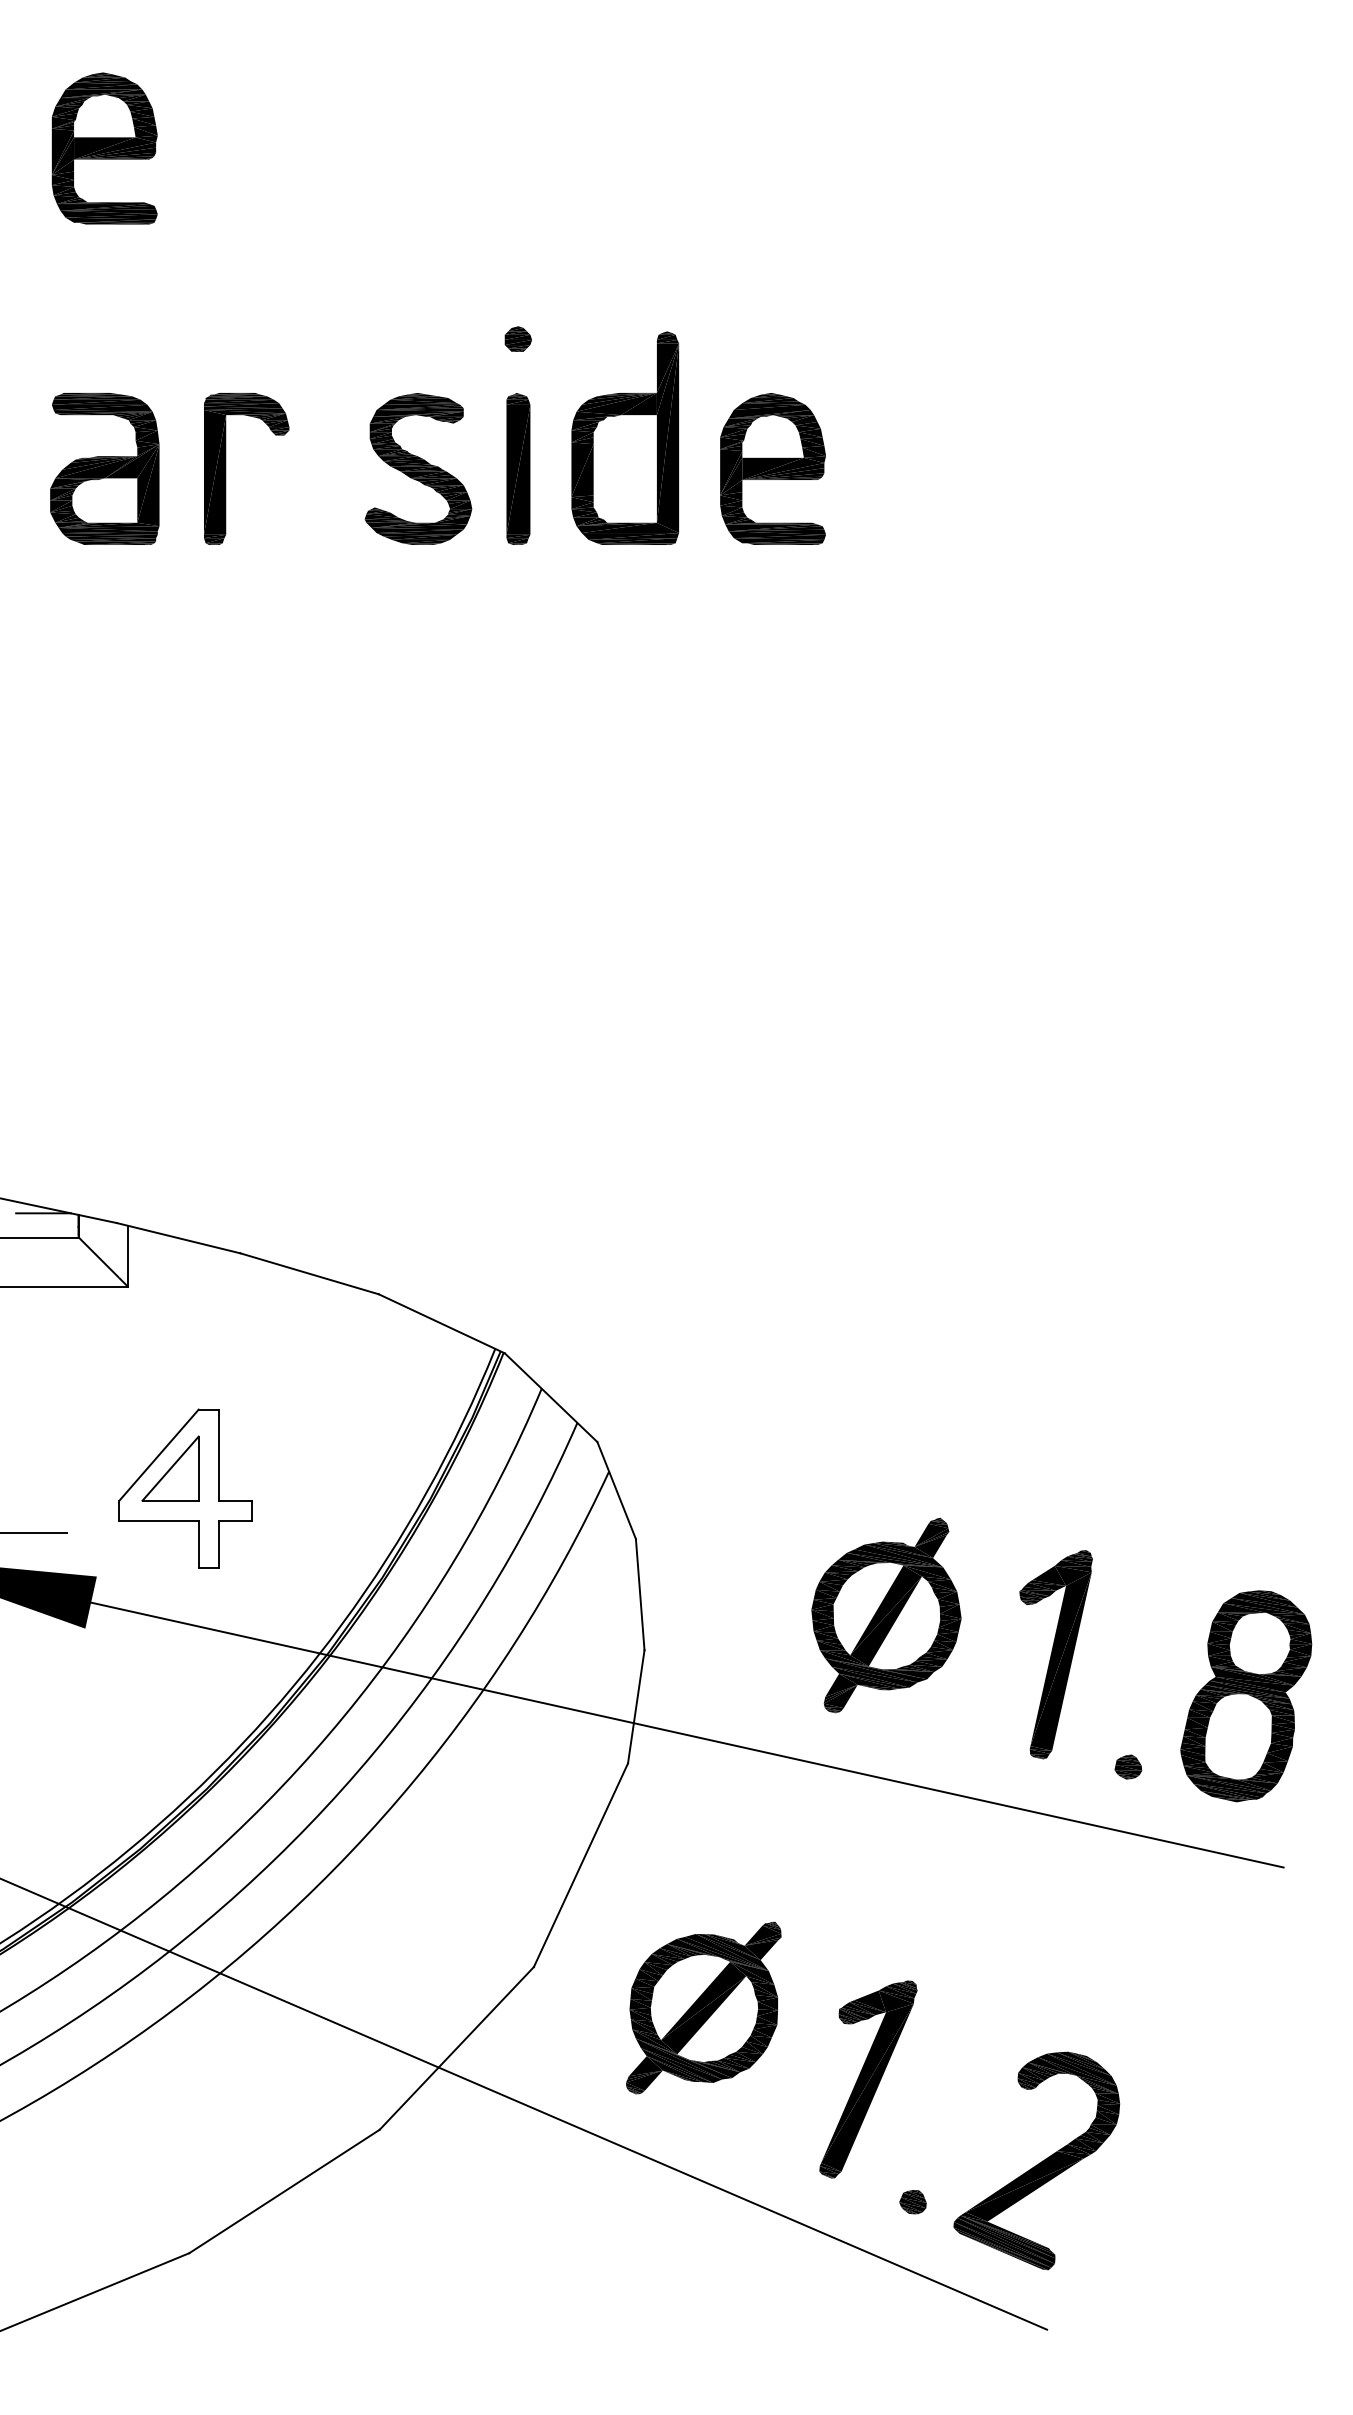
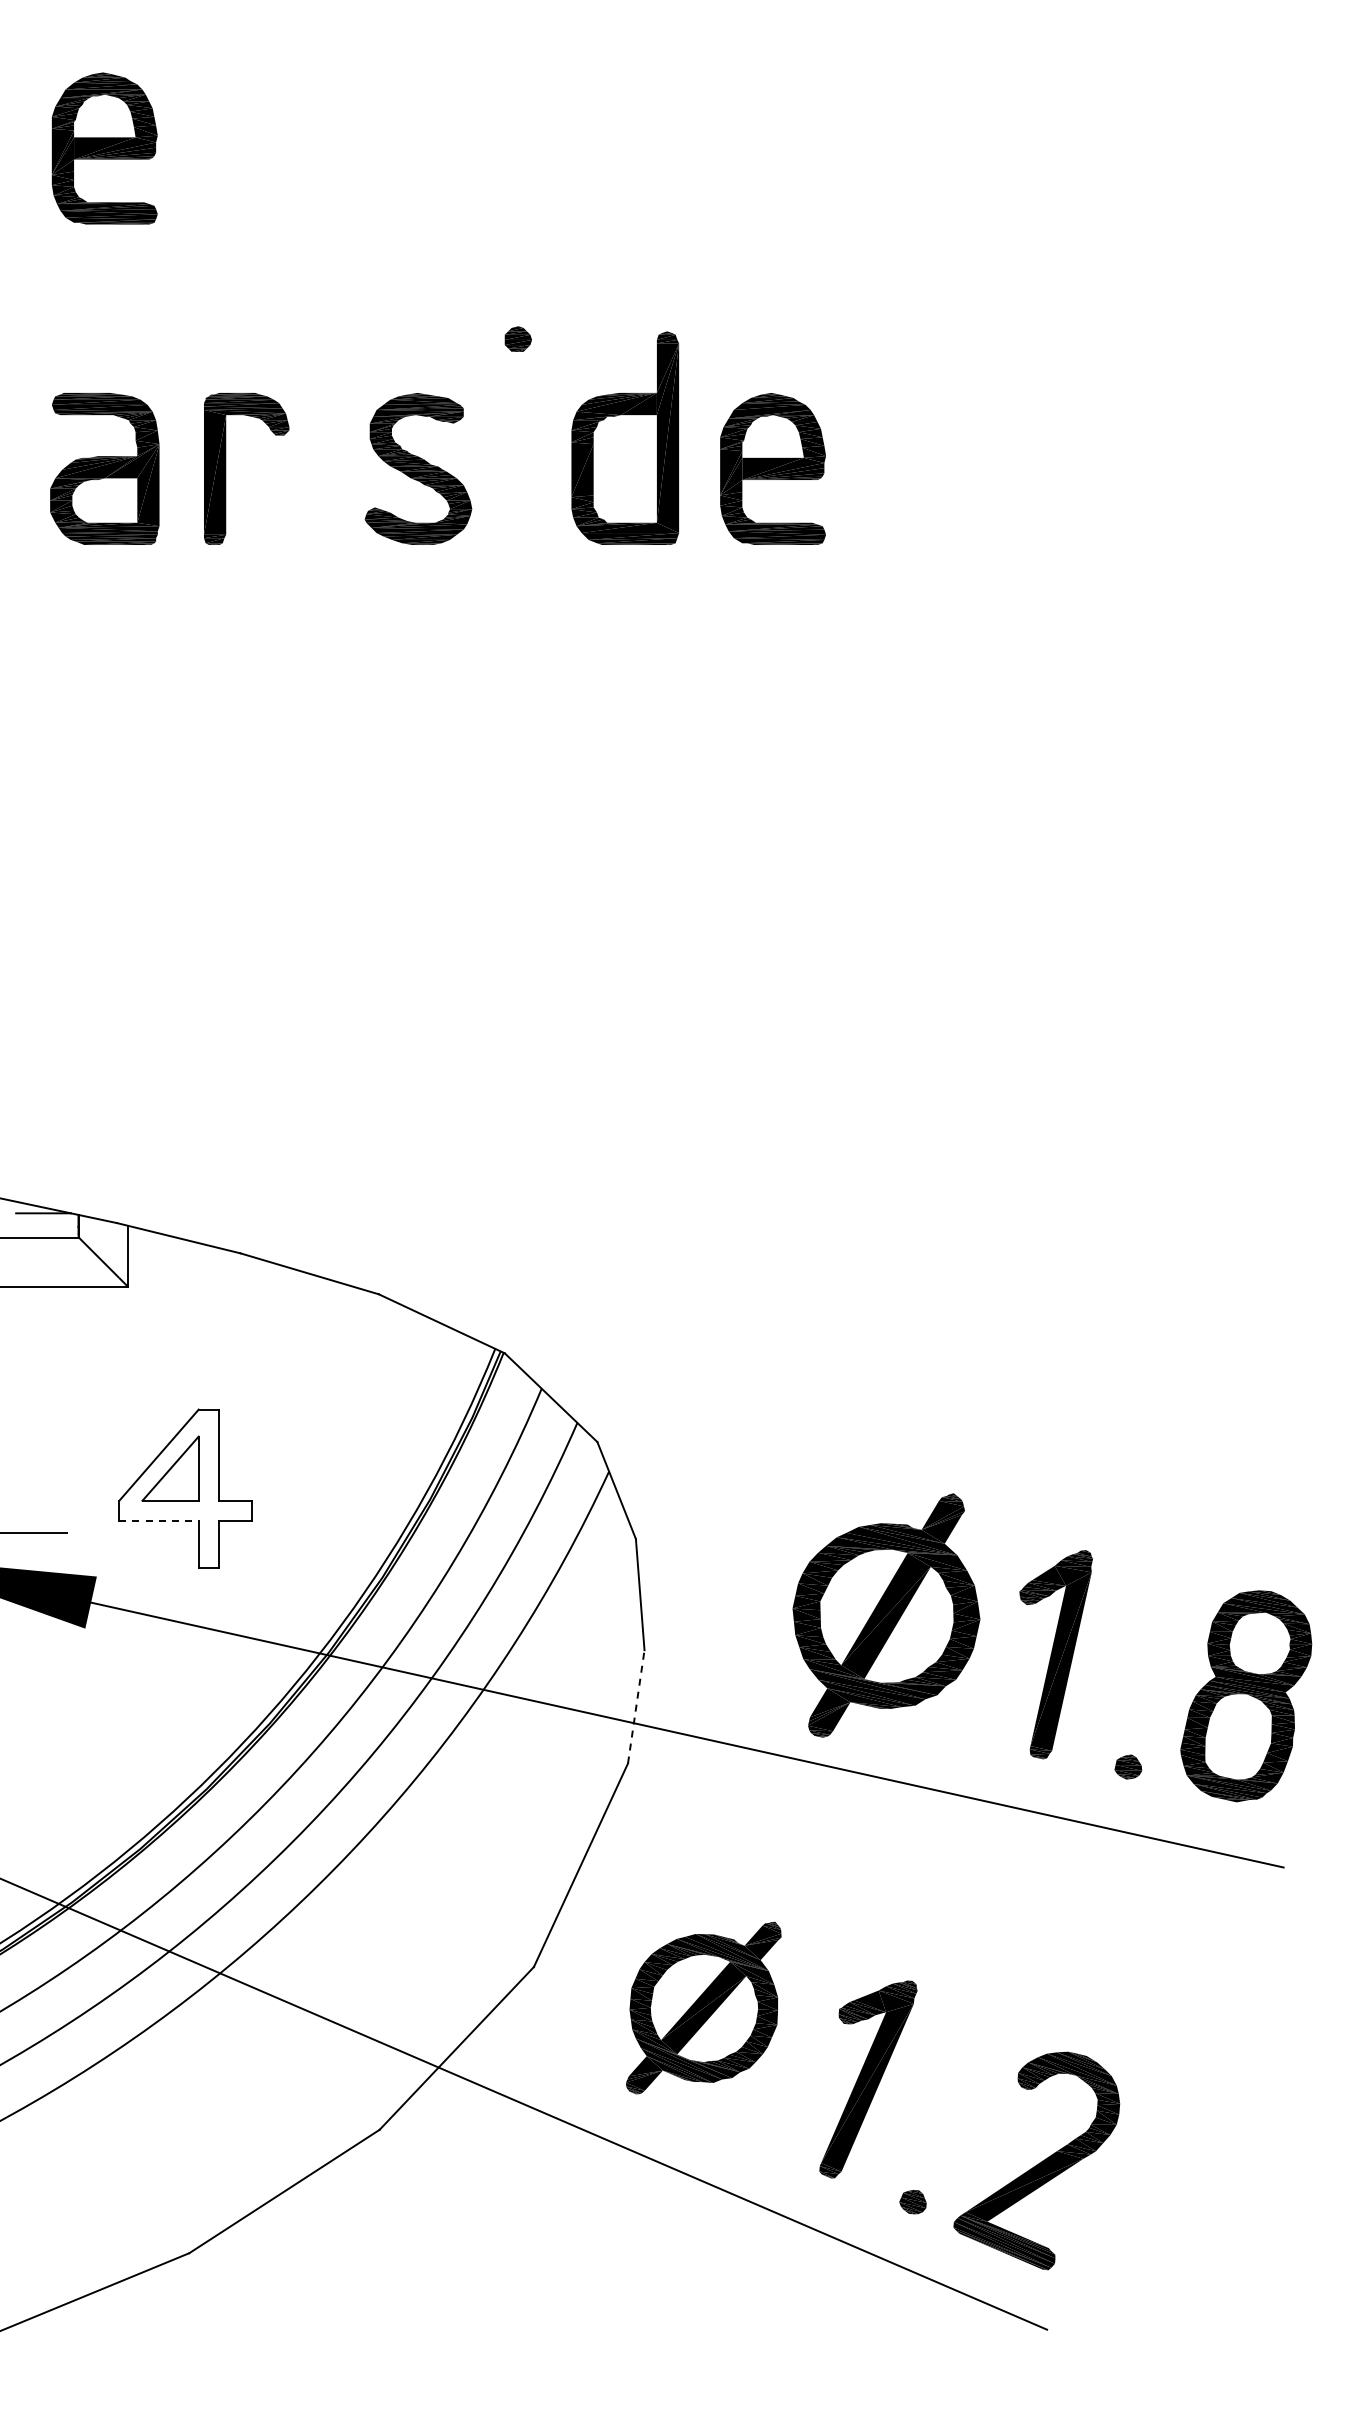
part at (518, 468): present -> none
line at (159, 1521): solid -> dashed
part at (886, 1615) size: 151x197 px -> 189x245 px
line at (636, 1706): solid -> dashed
